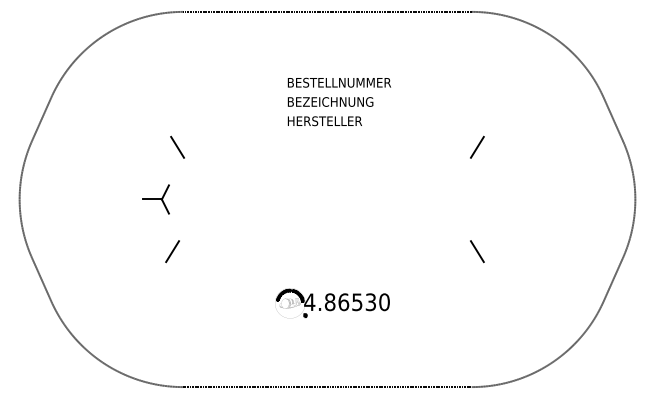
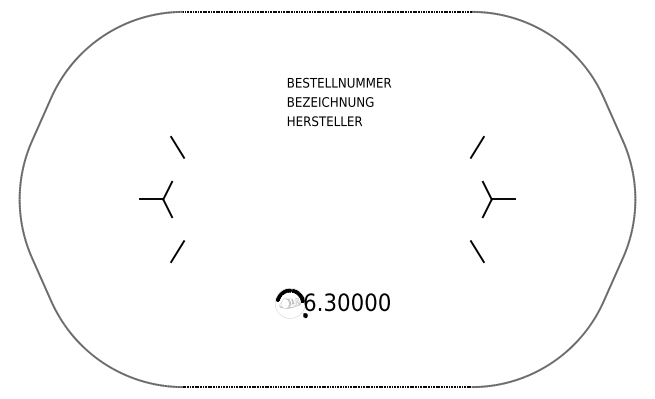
part at (155, 199) size: 28x31 px -> 35x39 px
part at (498, 199): none -> present
line at (172, 251) position: (172, 251) -> (177, 251)
text at (340, 302): 4.86530 -> 6.30000
